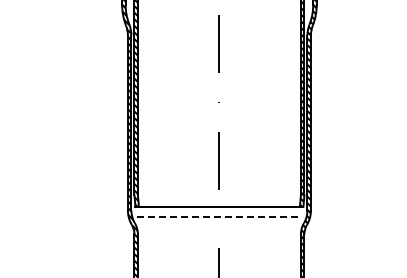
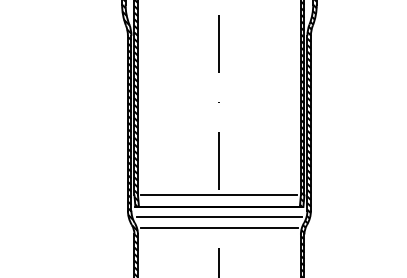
line at (219, 195): none -> present
line at (219, 217): dashed -> solid
line at (219, 227): none -> present
